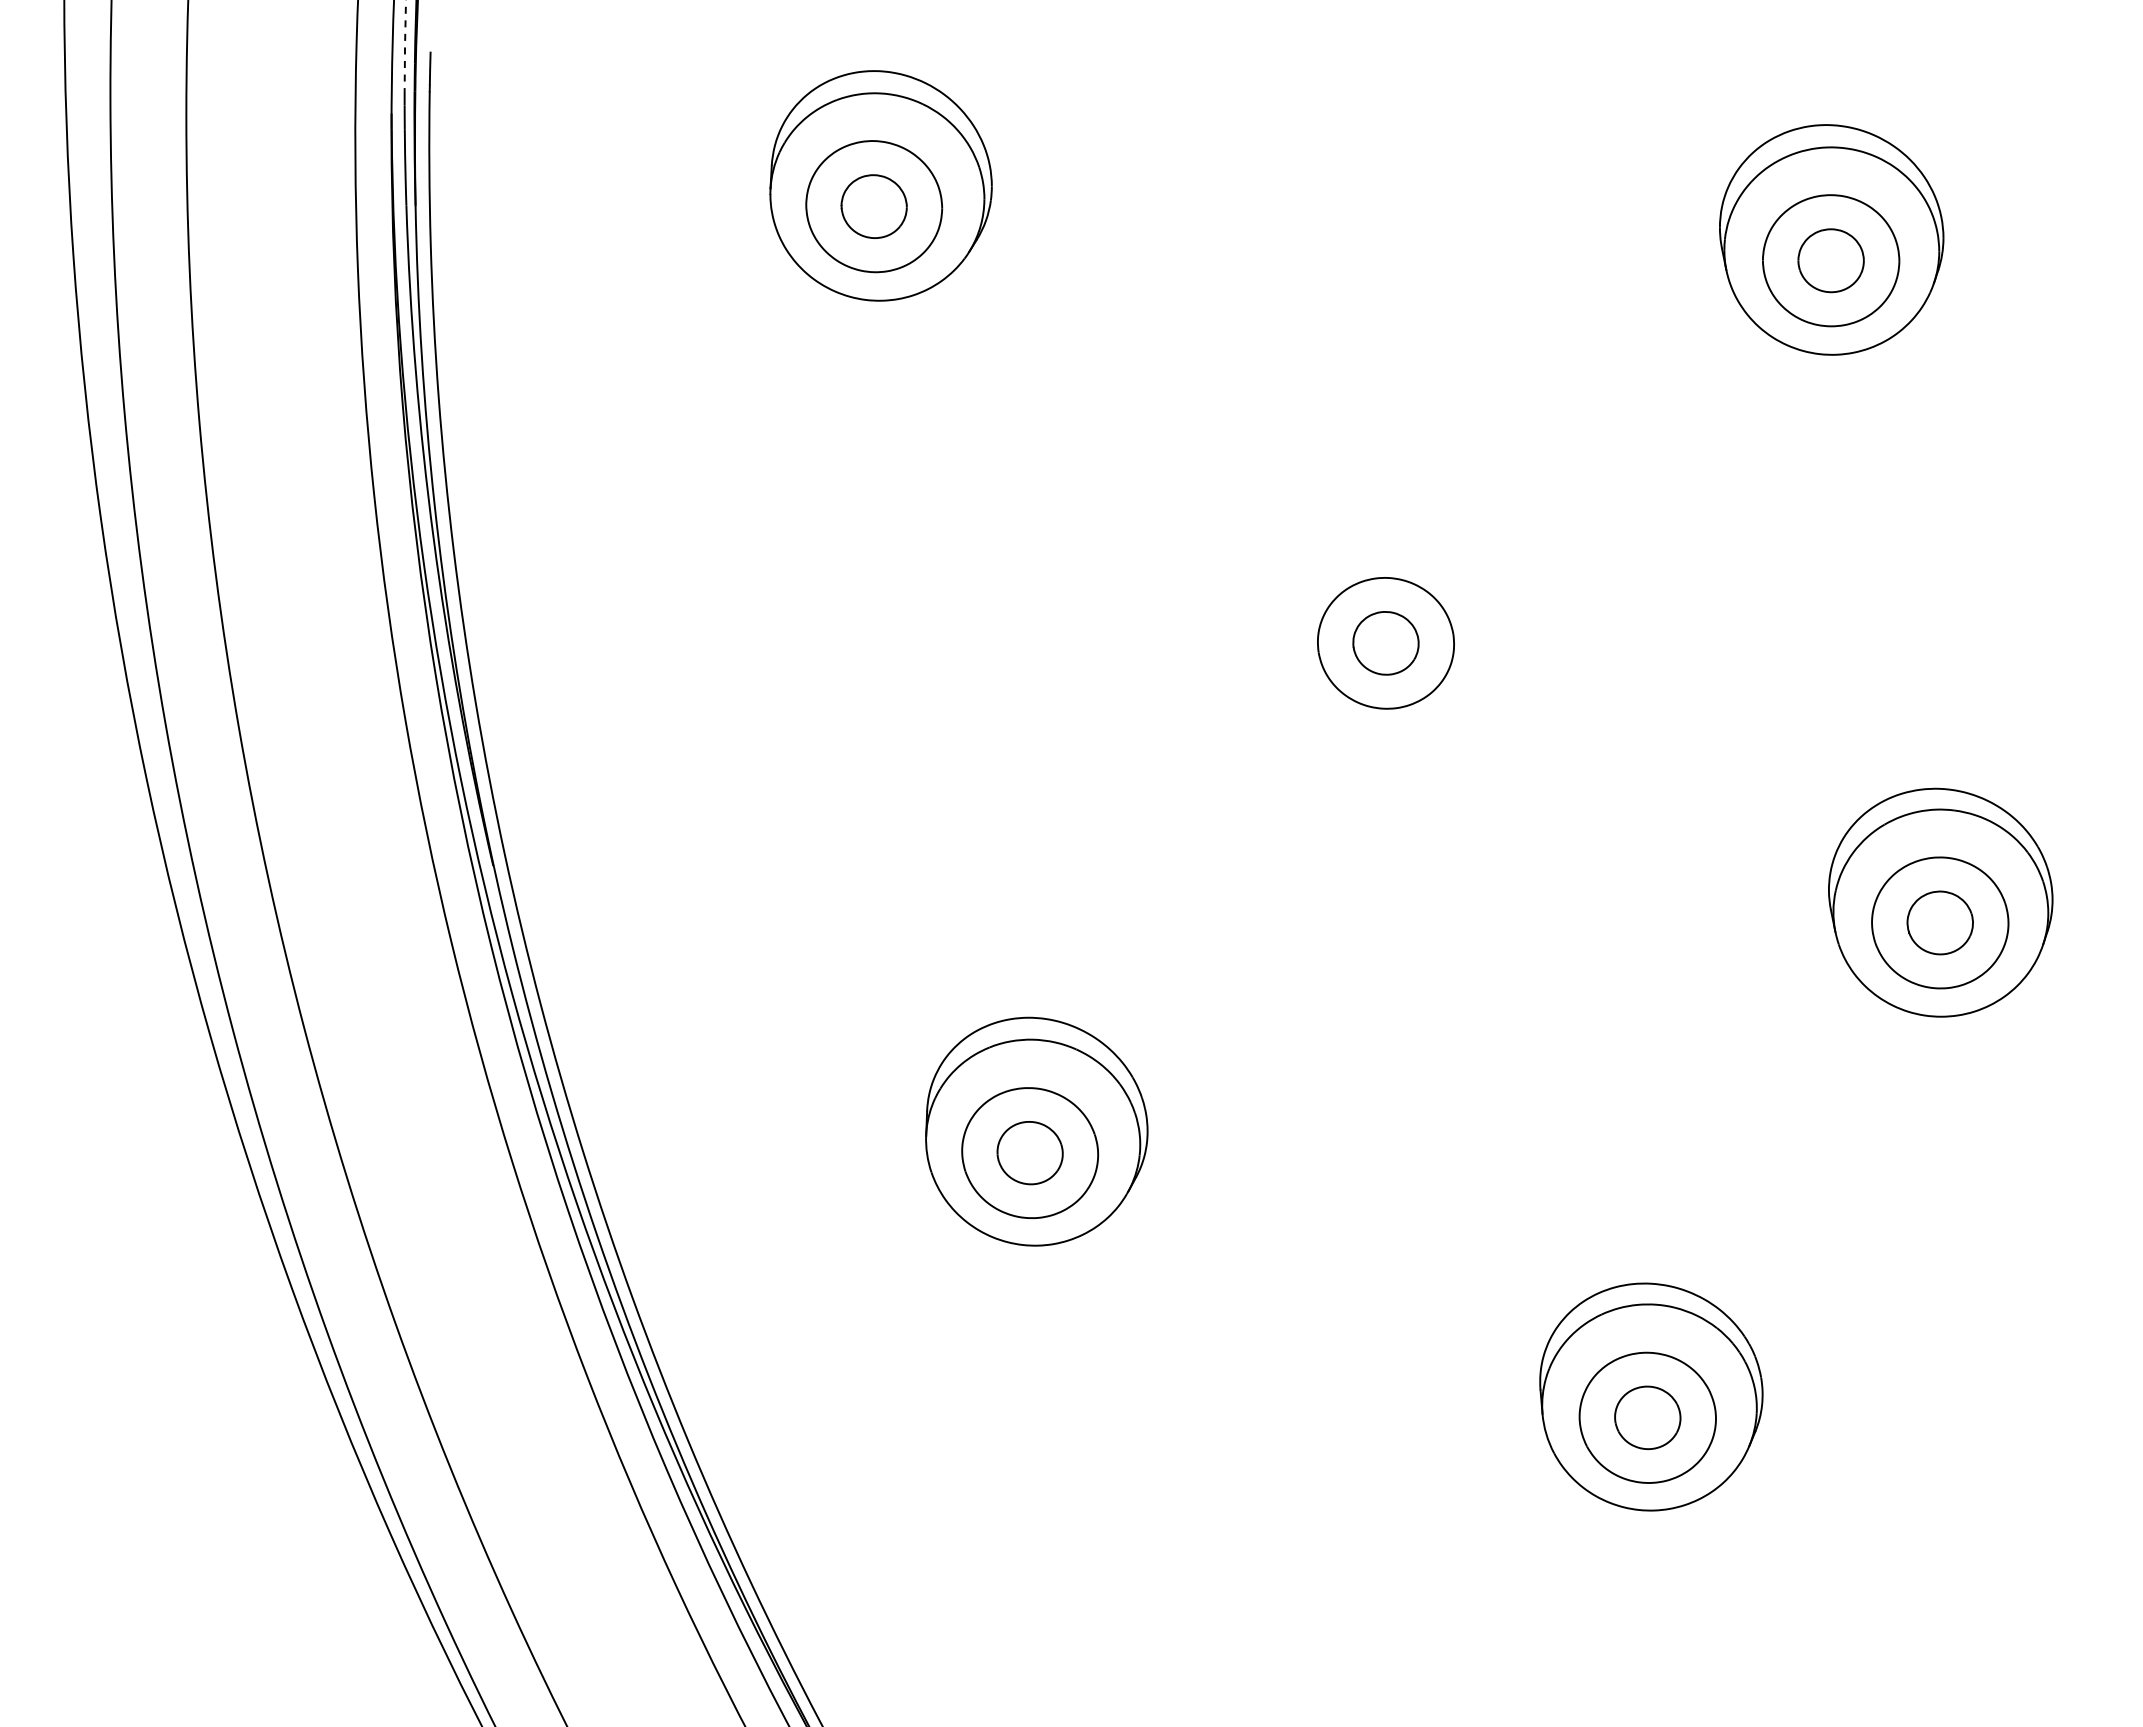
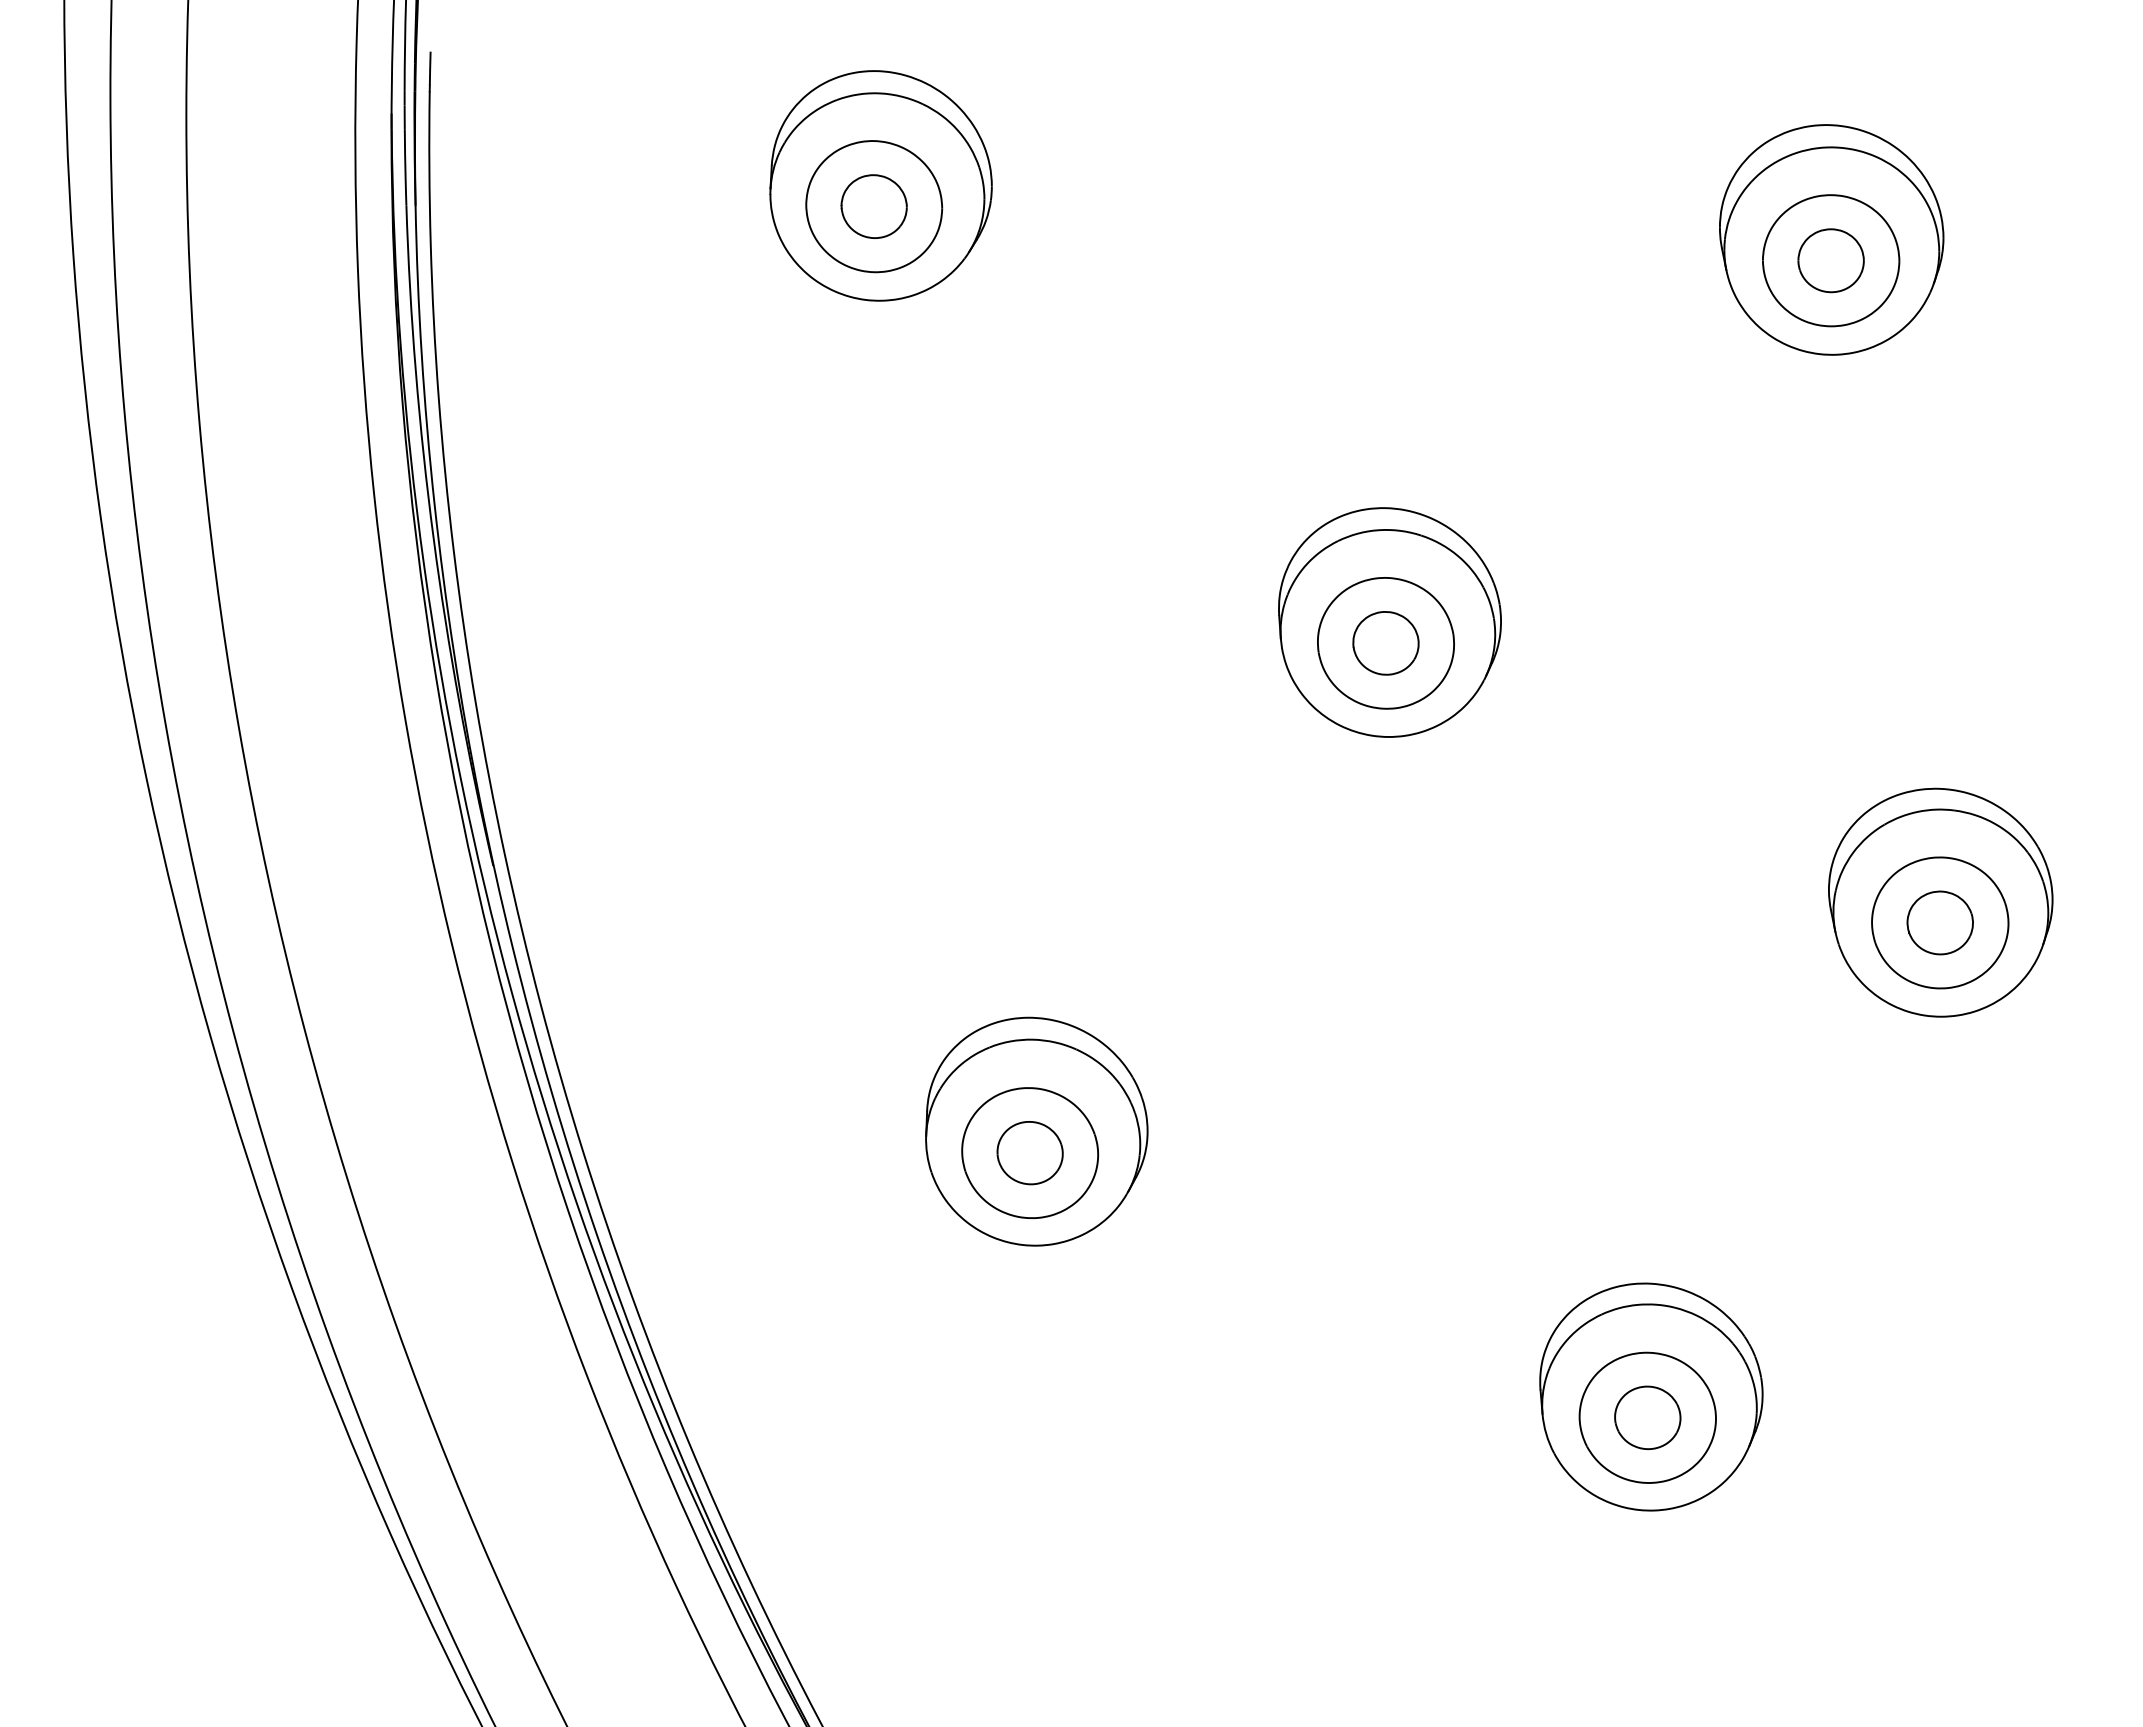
arc at (405, 45): dashed -> solid
part at (1389, 622): none -> present
